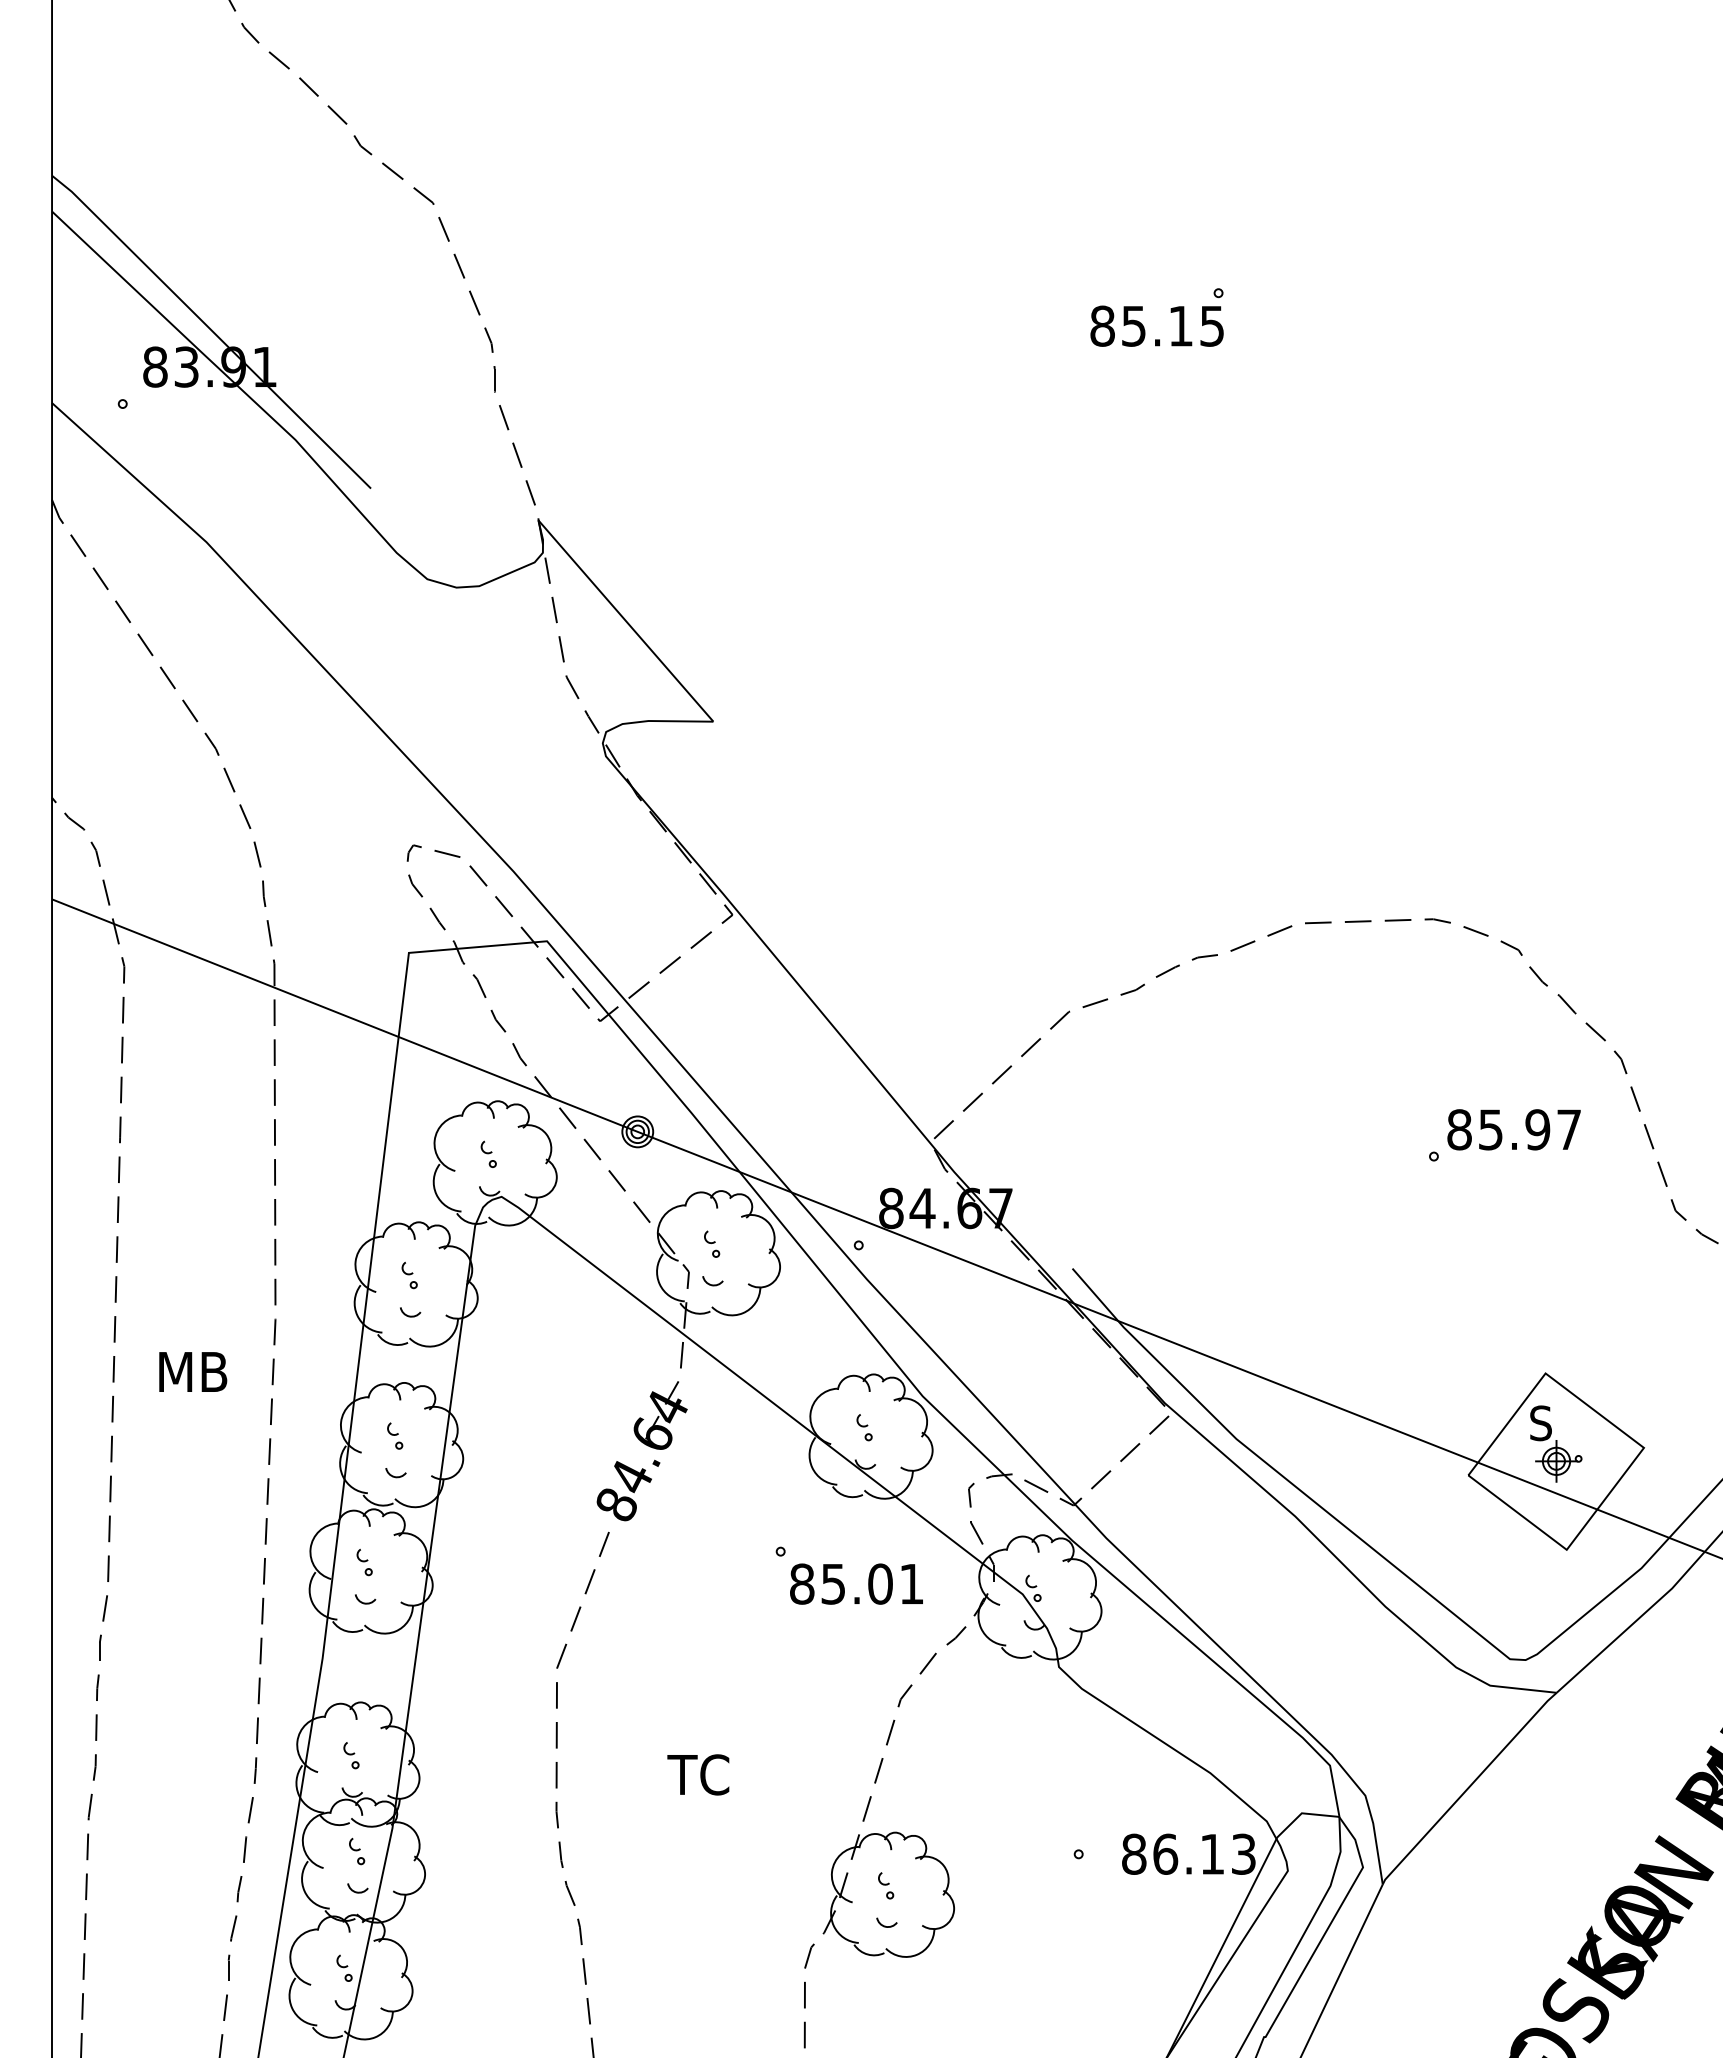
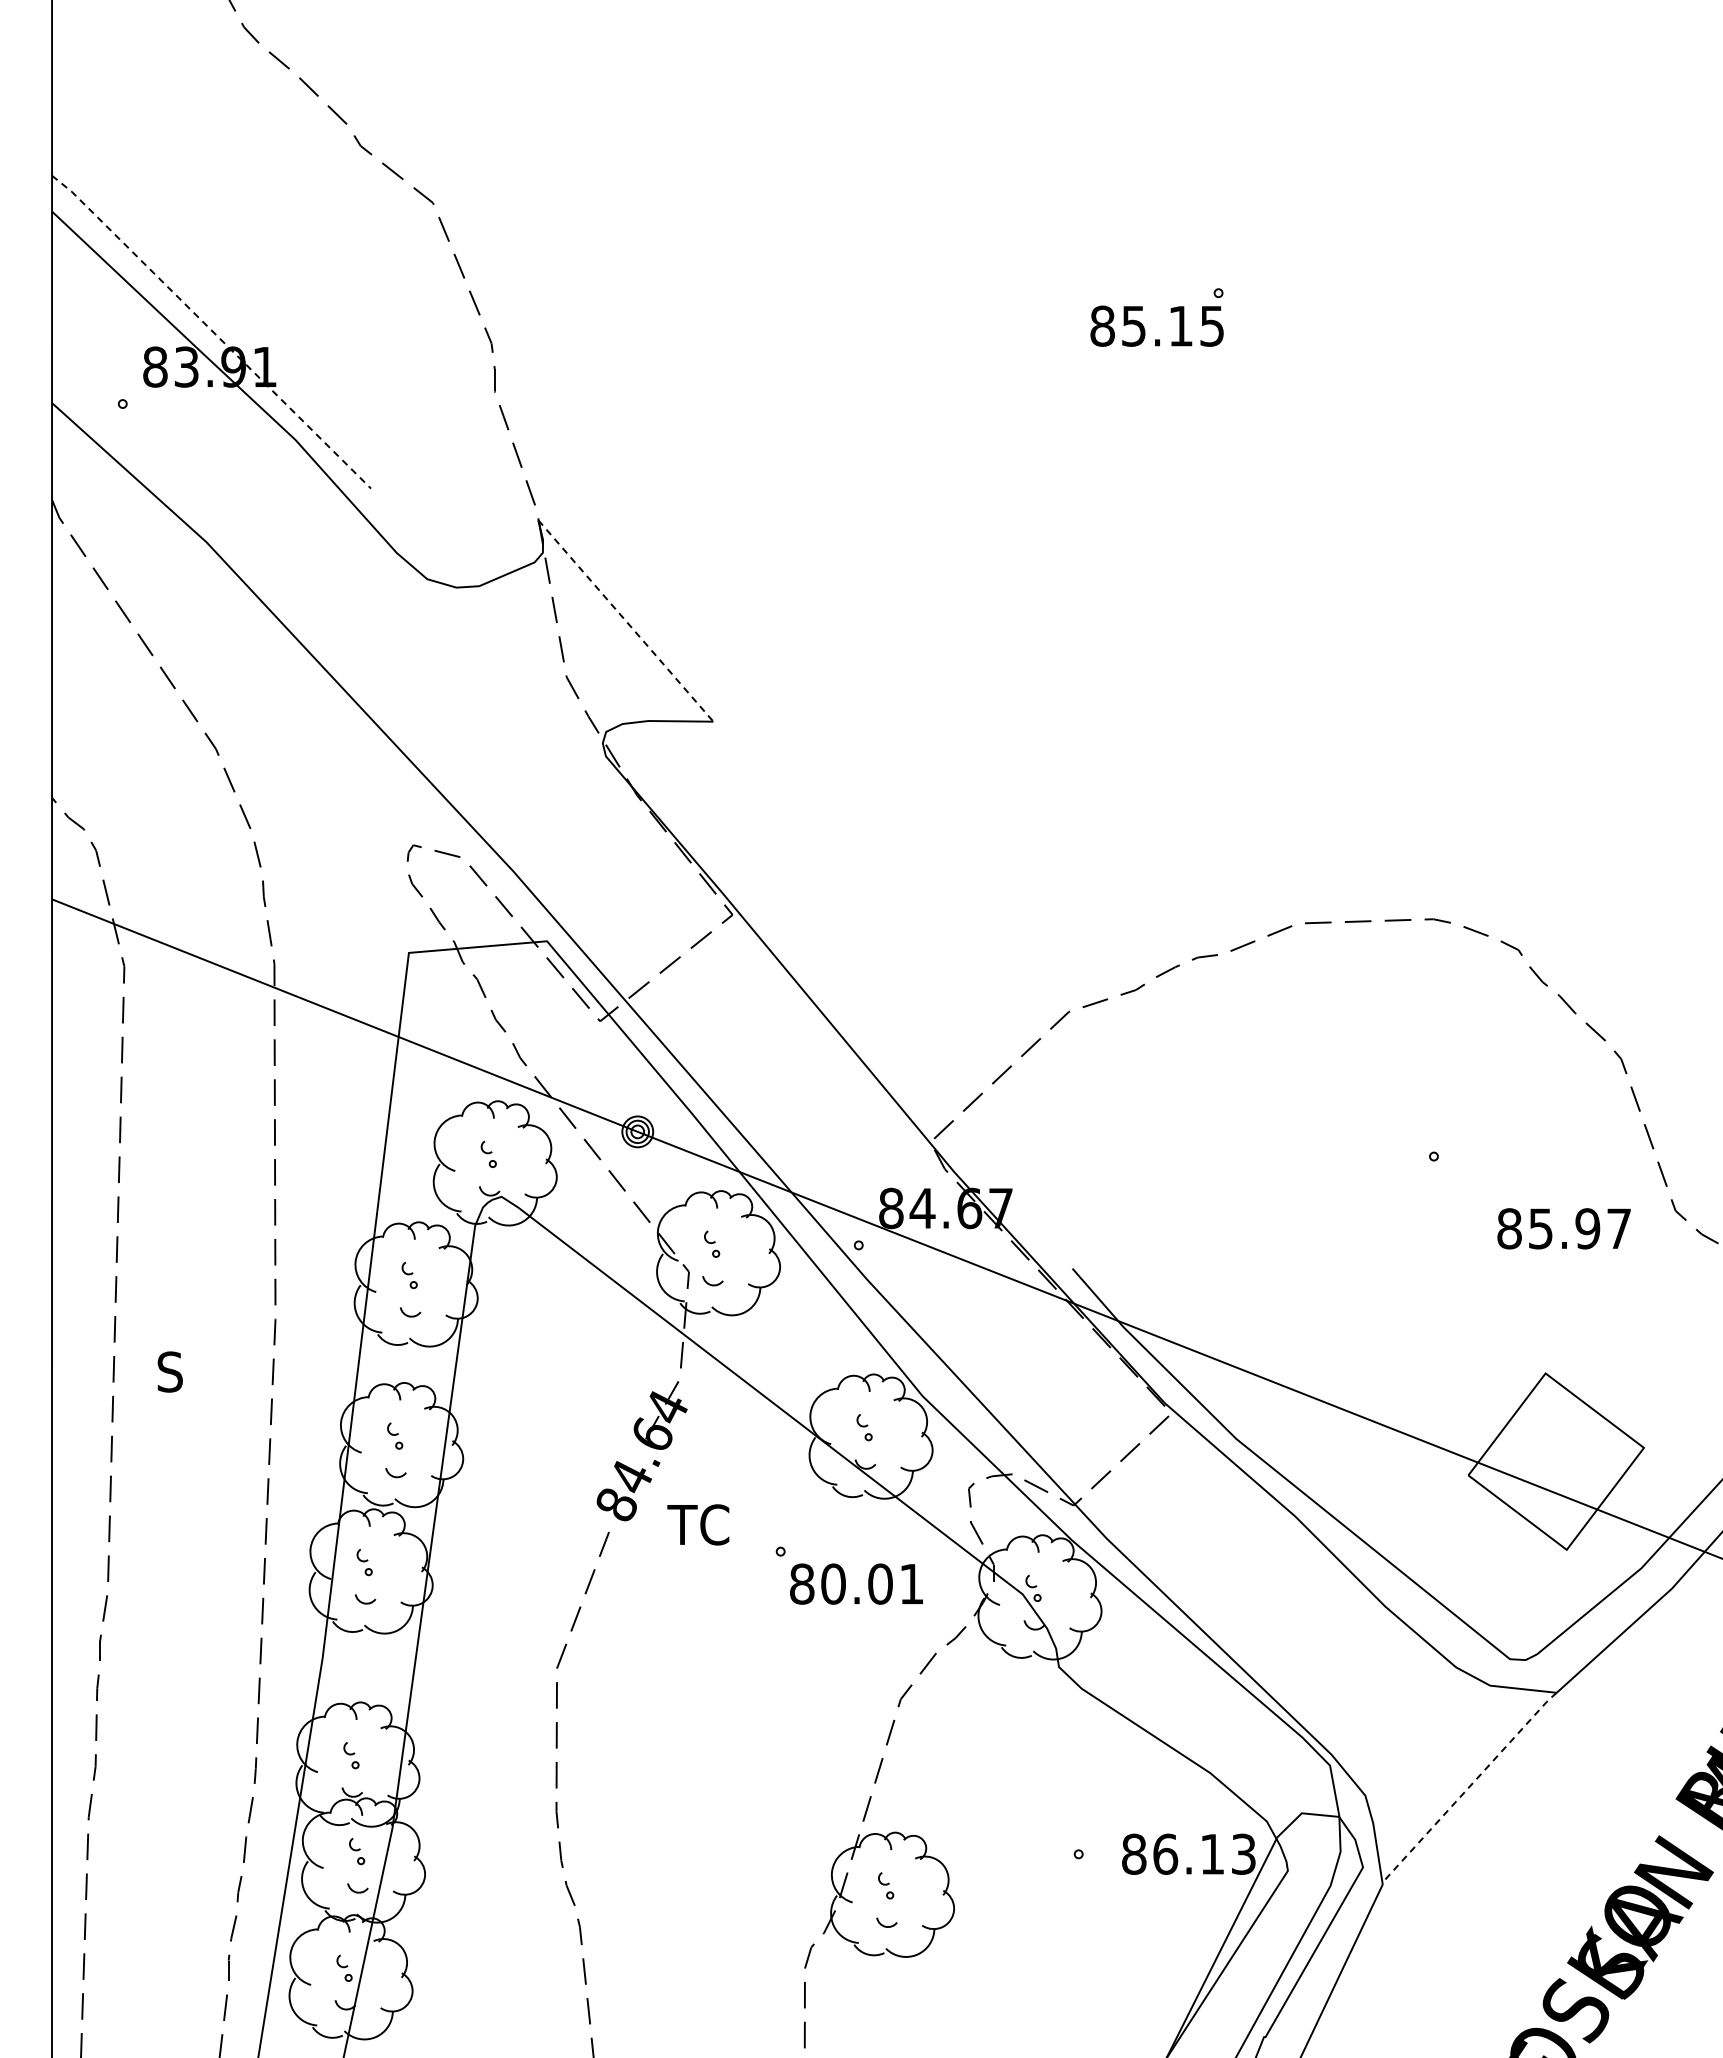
line at (212, 331): solid -> dashed
line at (626, 621): solid -> dashed
text at (1513, 1129) position: (1513, 1129) -> (1563, 1228)
text at (192, 1371): MB -> S
part at (1556, 1443): present -> none
text at (833, 1583): 85.01 -> 80.01
text at (698, 1774) position: (698, 1774) -> (698, 1524)
line at (1468, 1788): solid -> dashed
